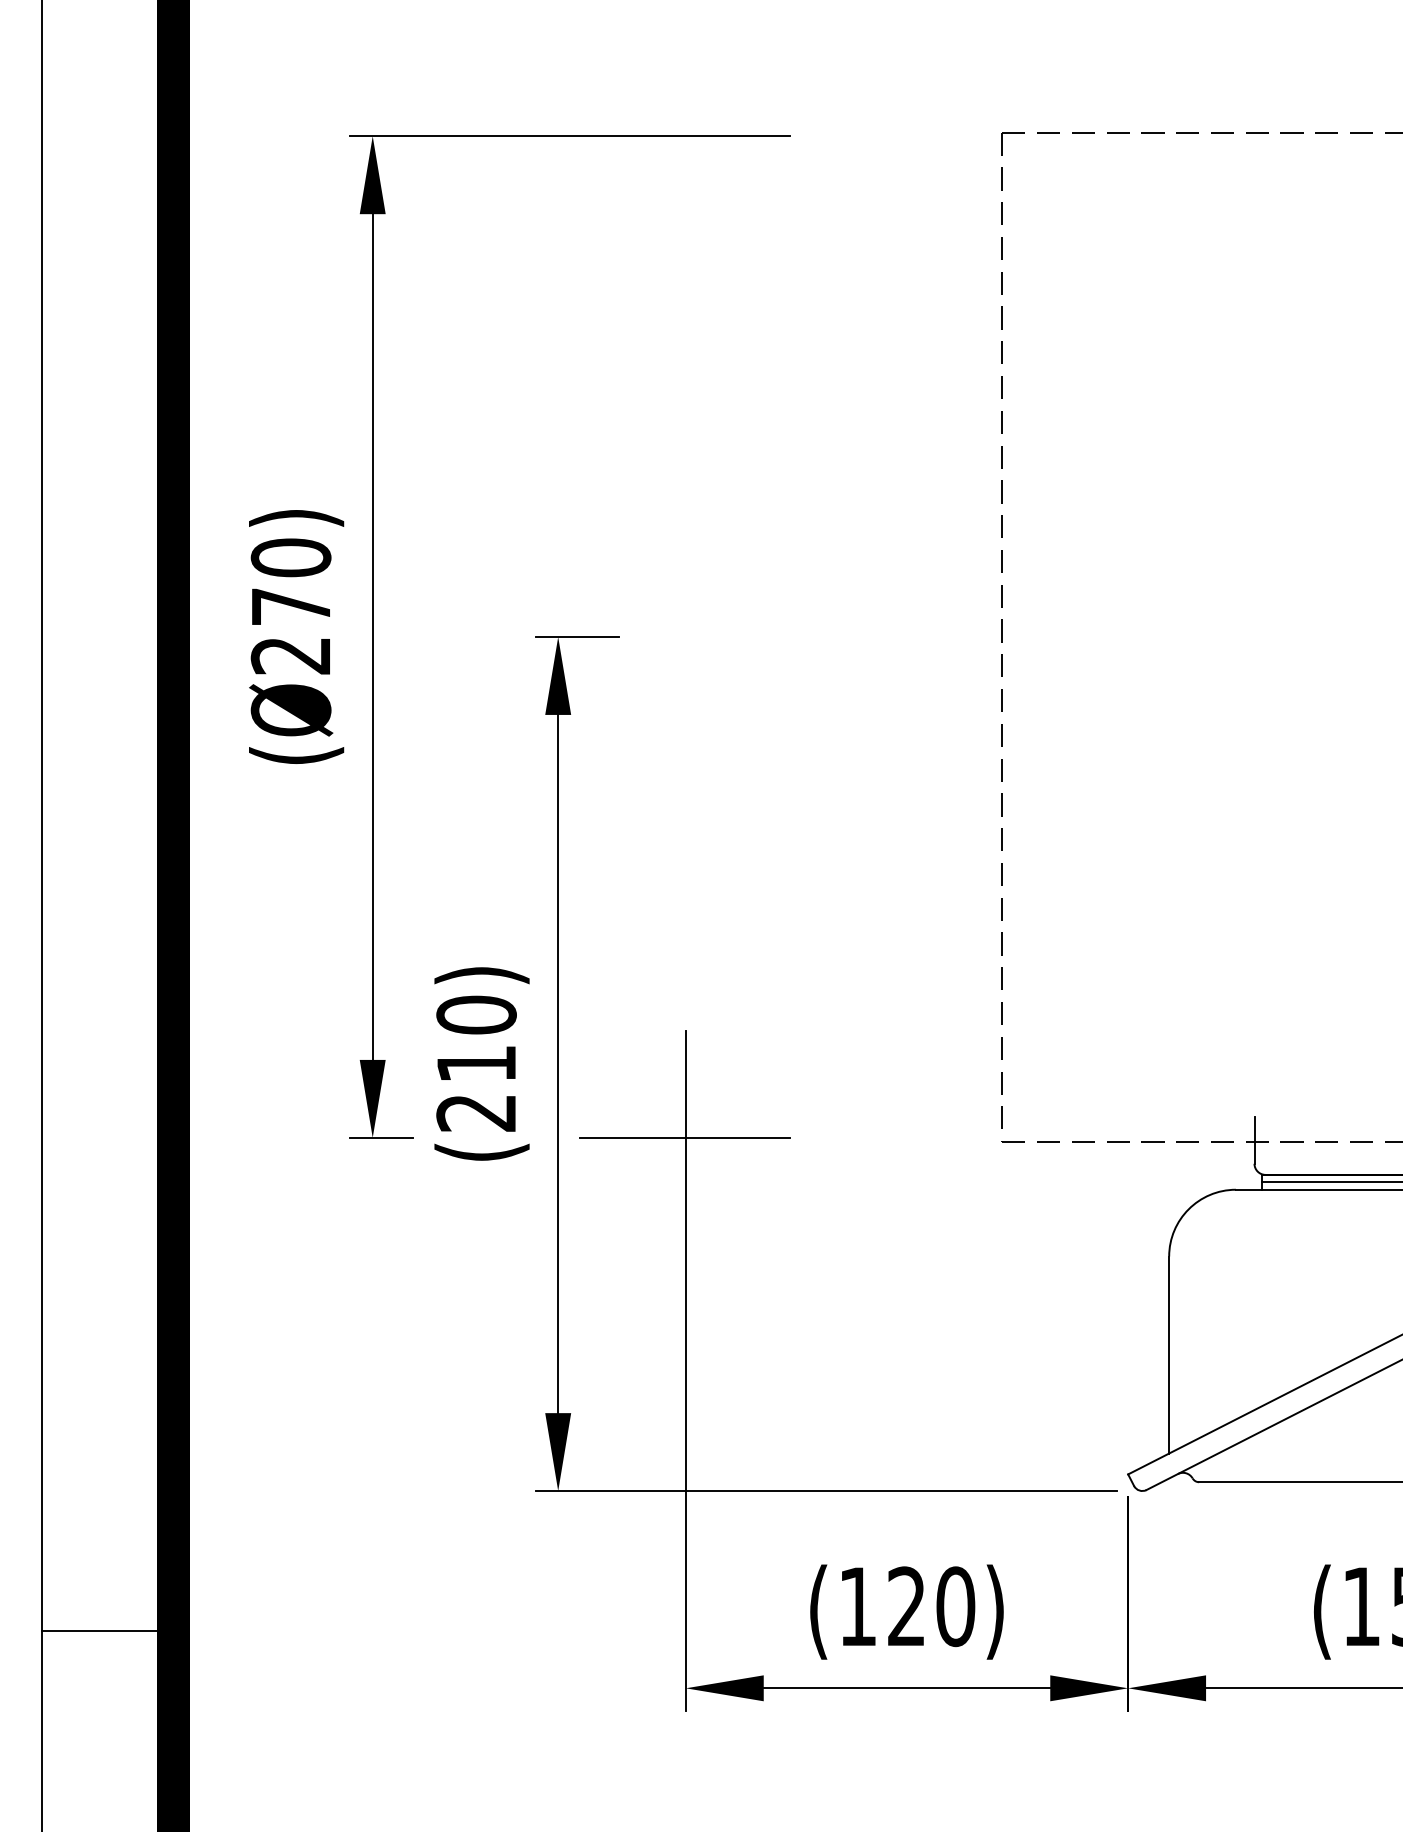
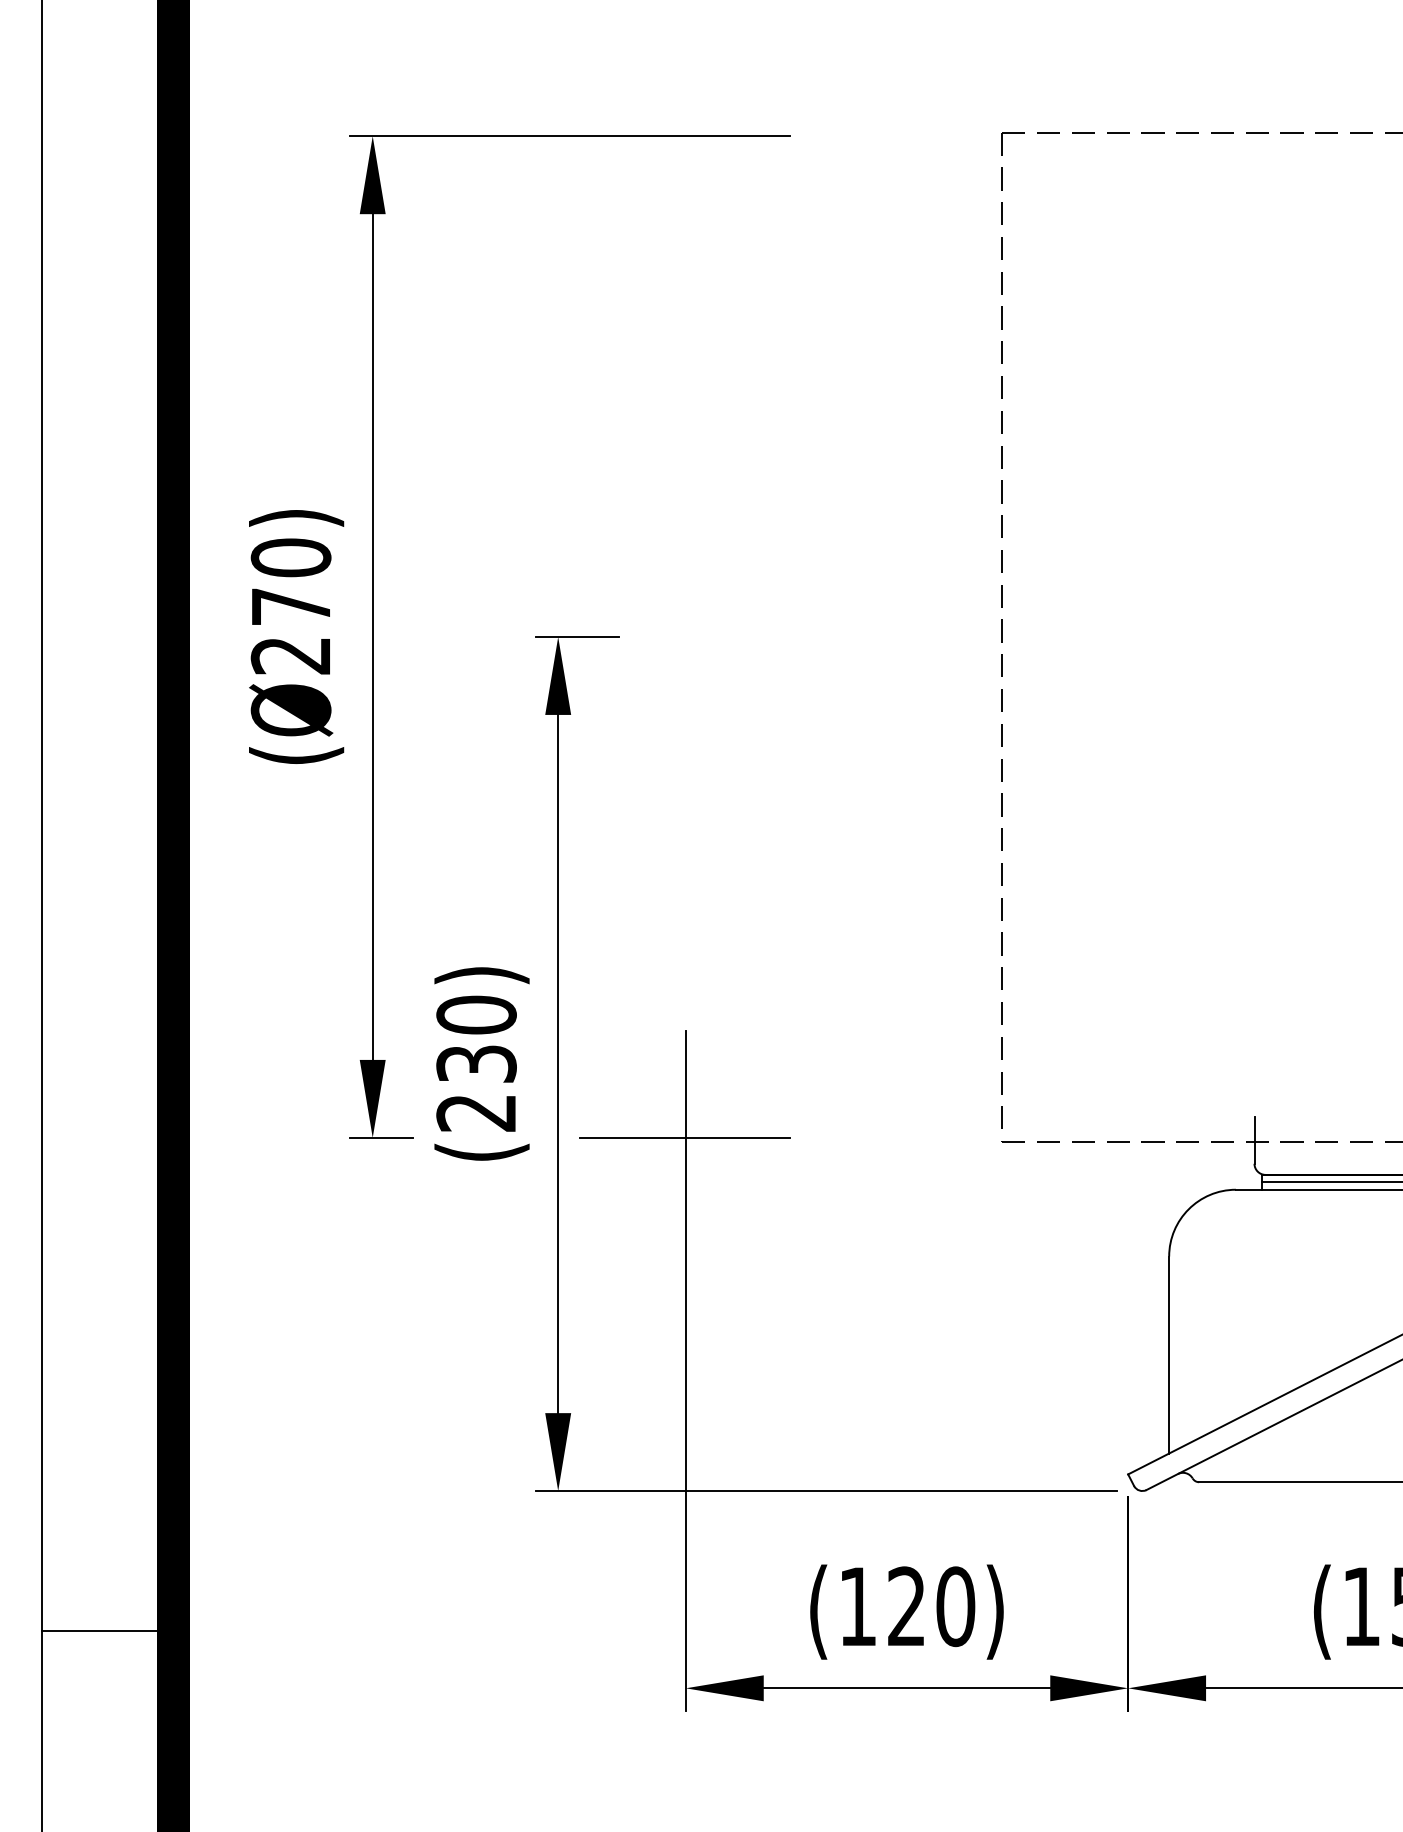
text at (476, 1063): (210) -> (230)
